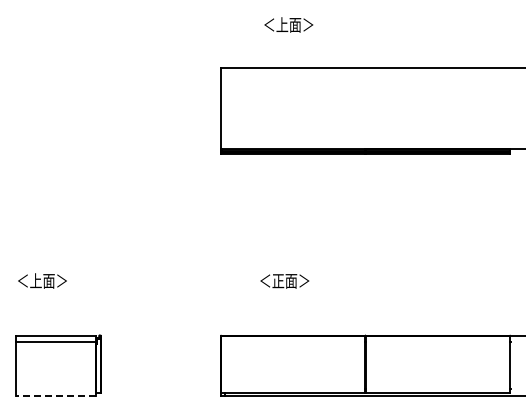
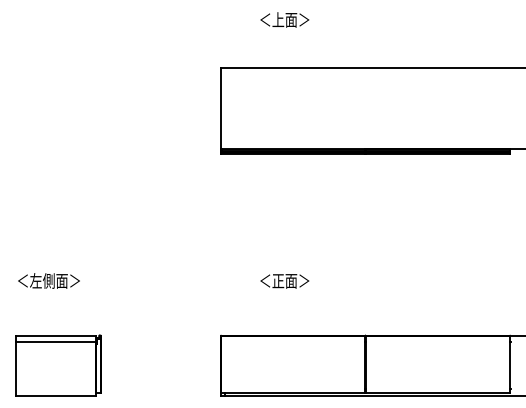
text at (288, 24) position: (288, 24) -> (284, 19)
text at (54, 280): ＜上面＞ -> ＜左側面＞
line at (55, 395): dashed -> solid
